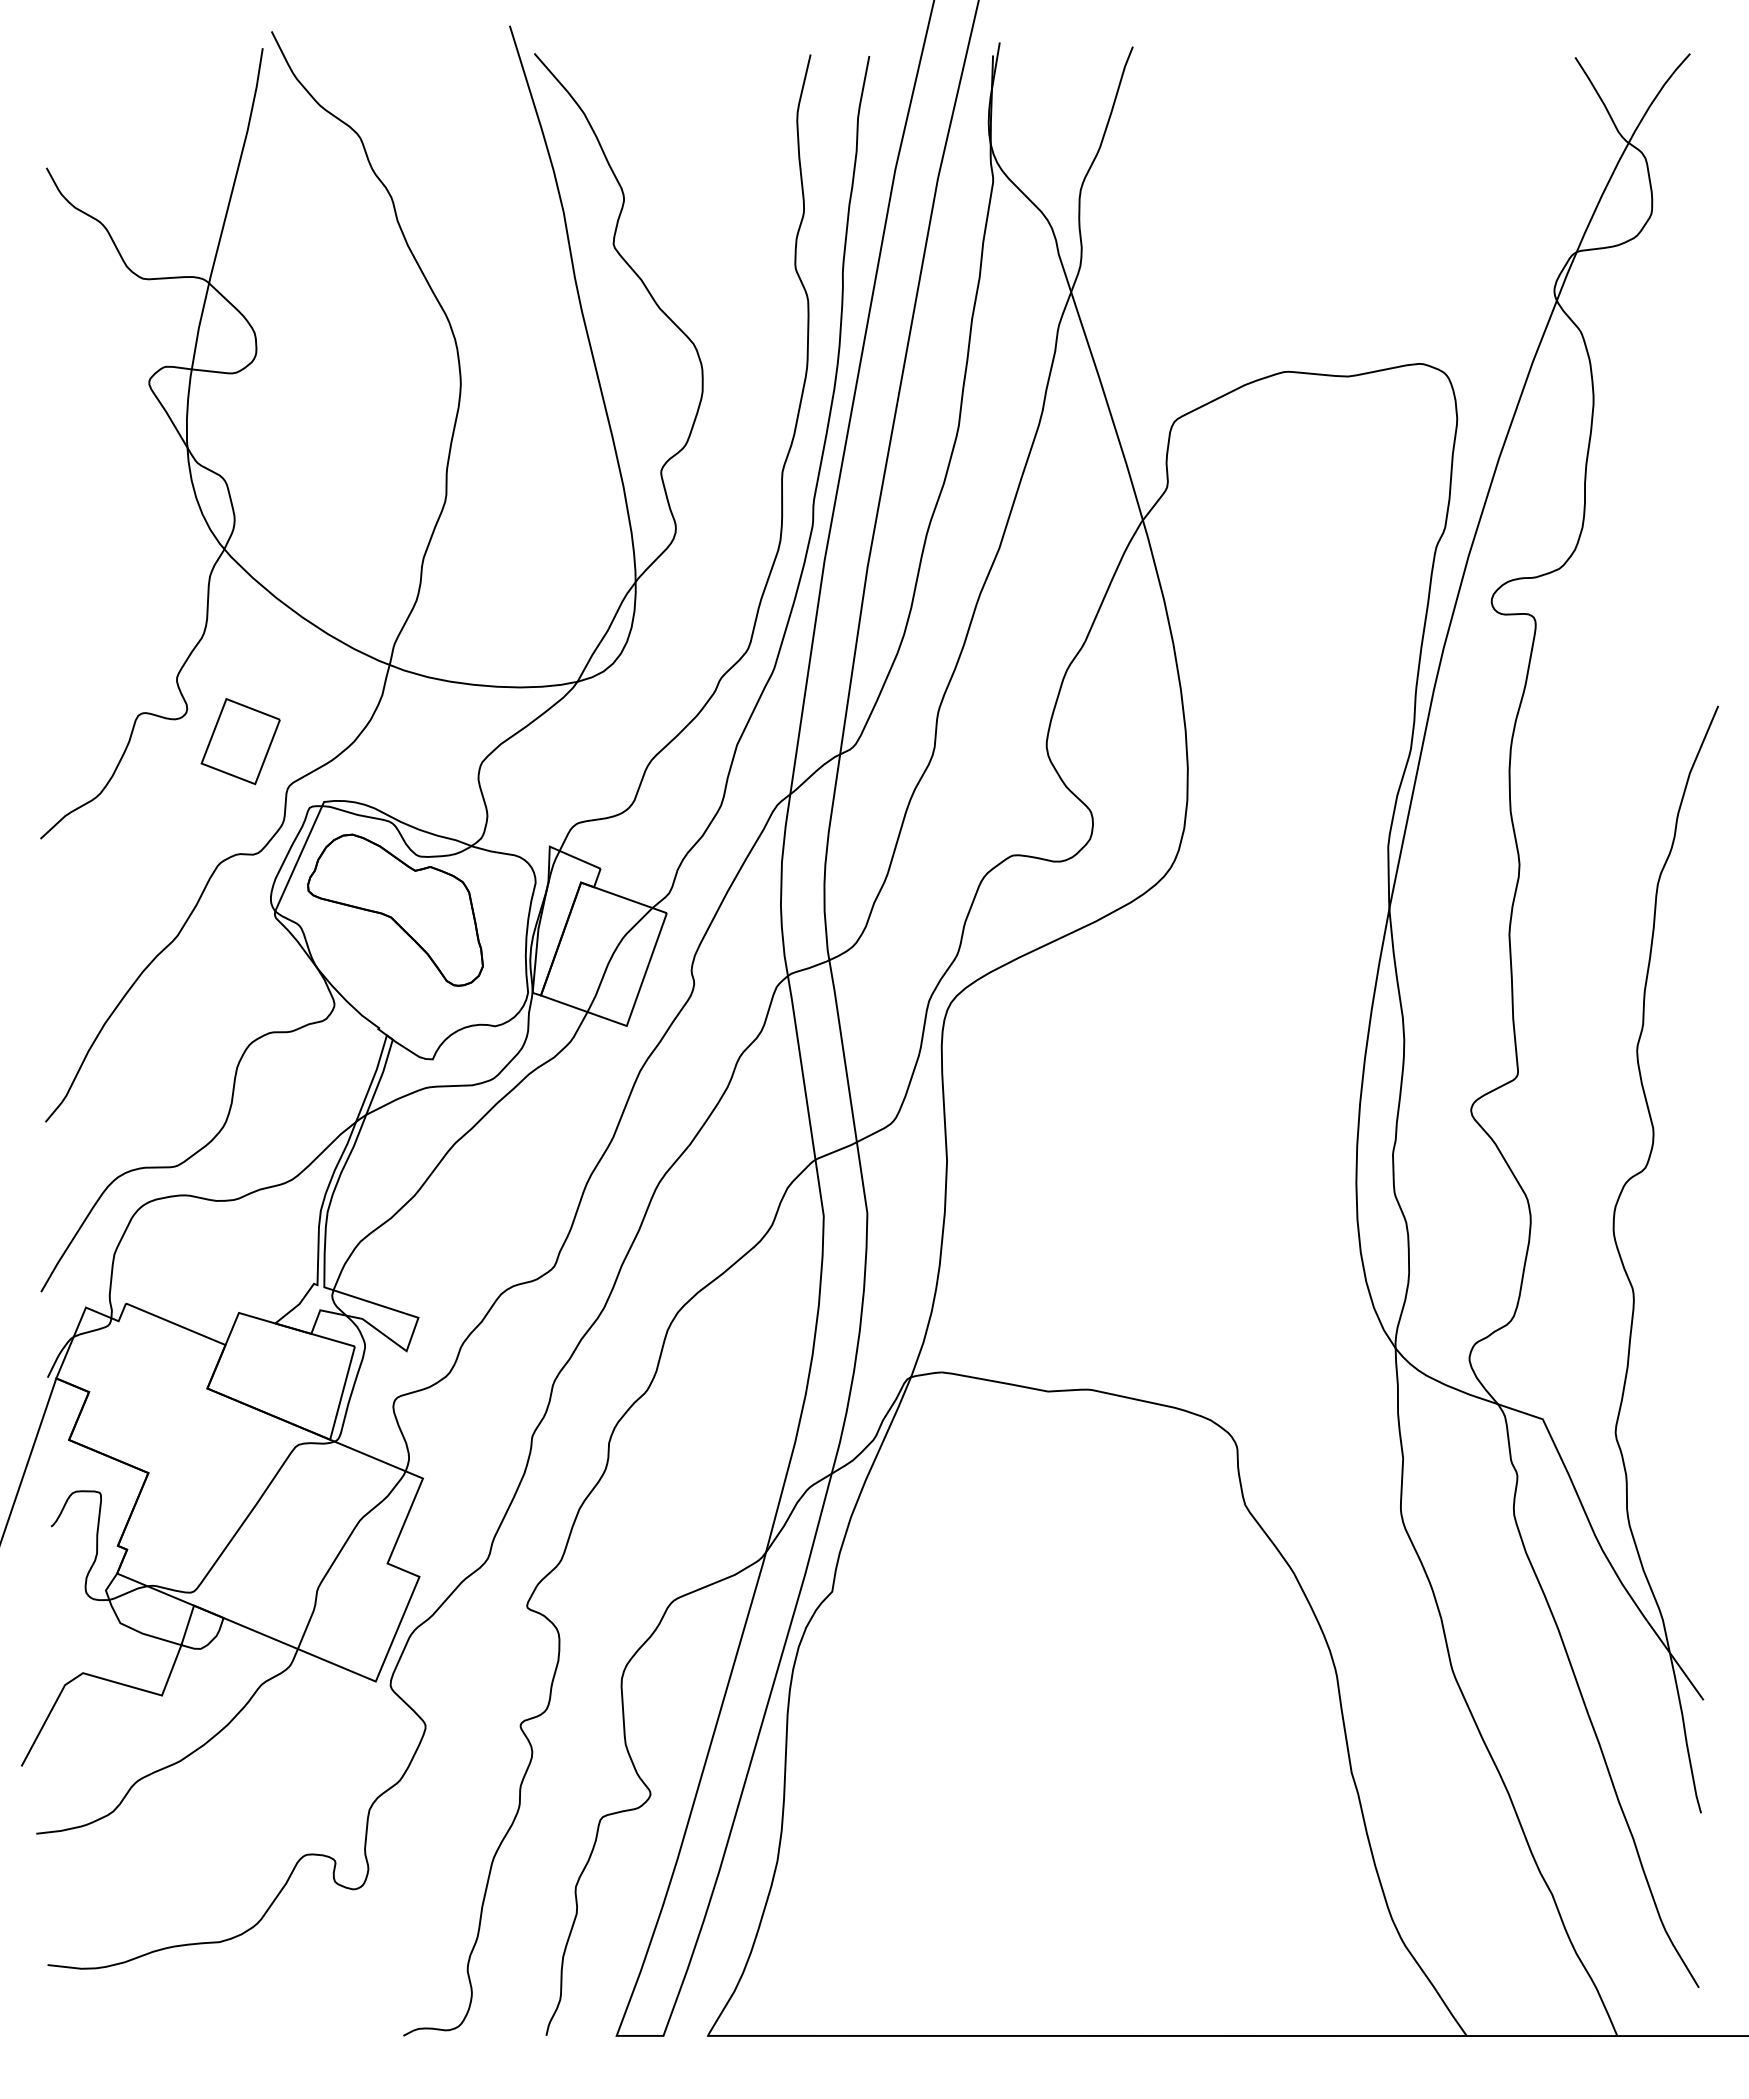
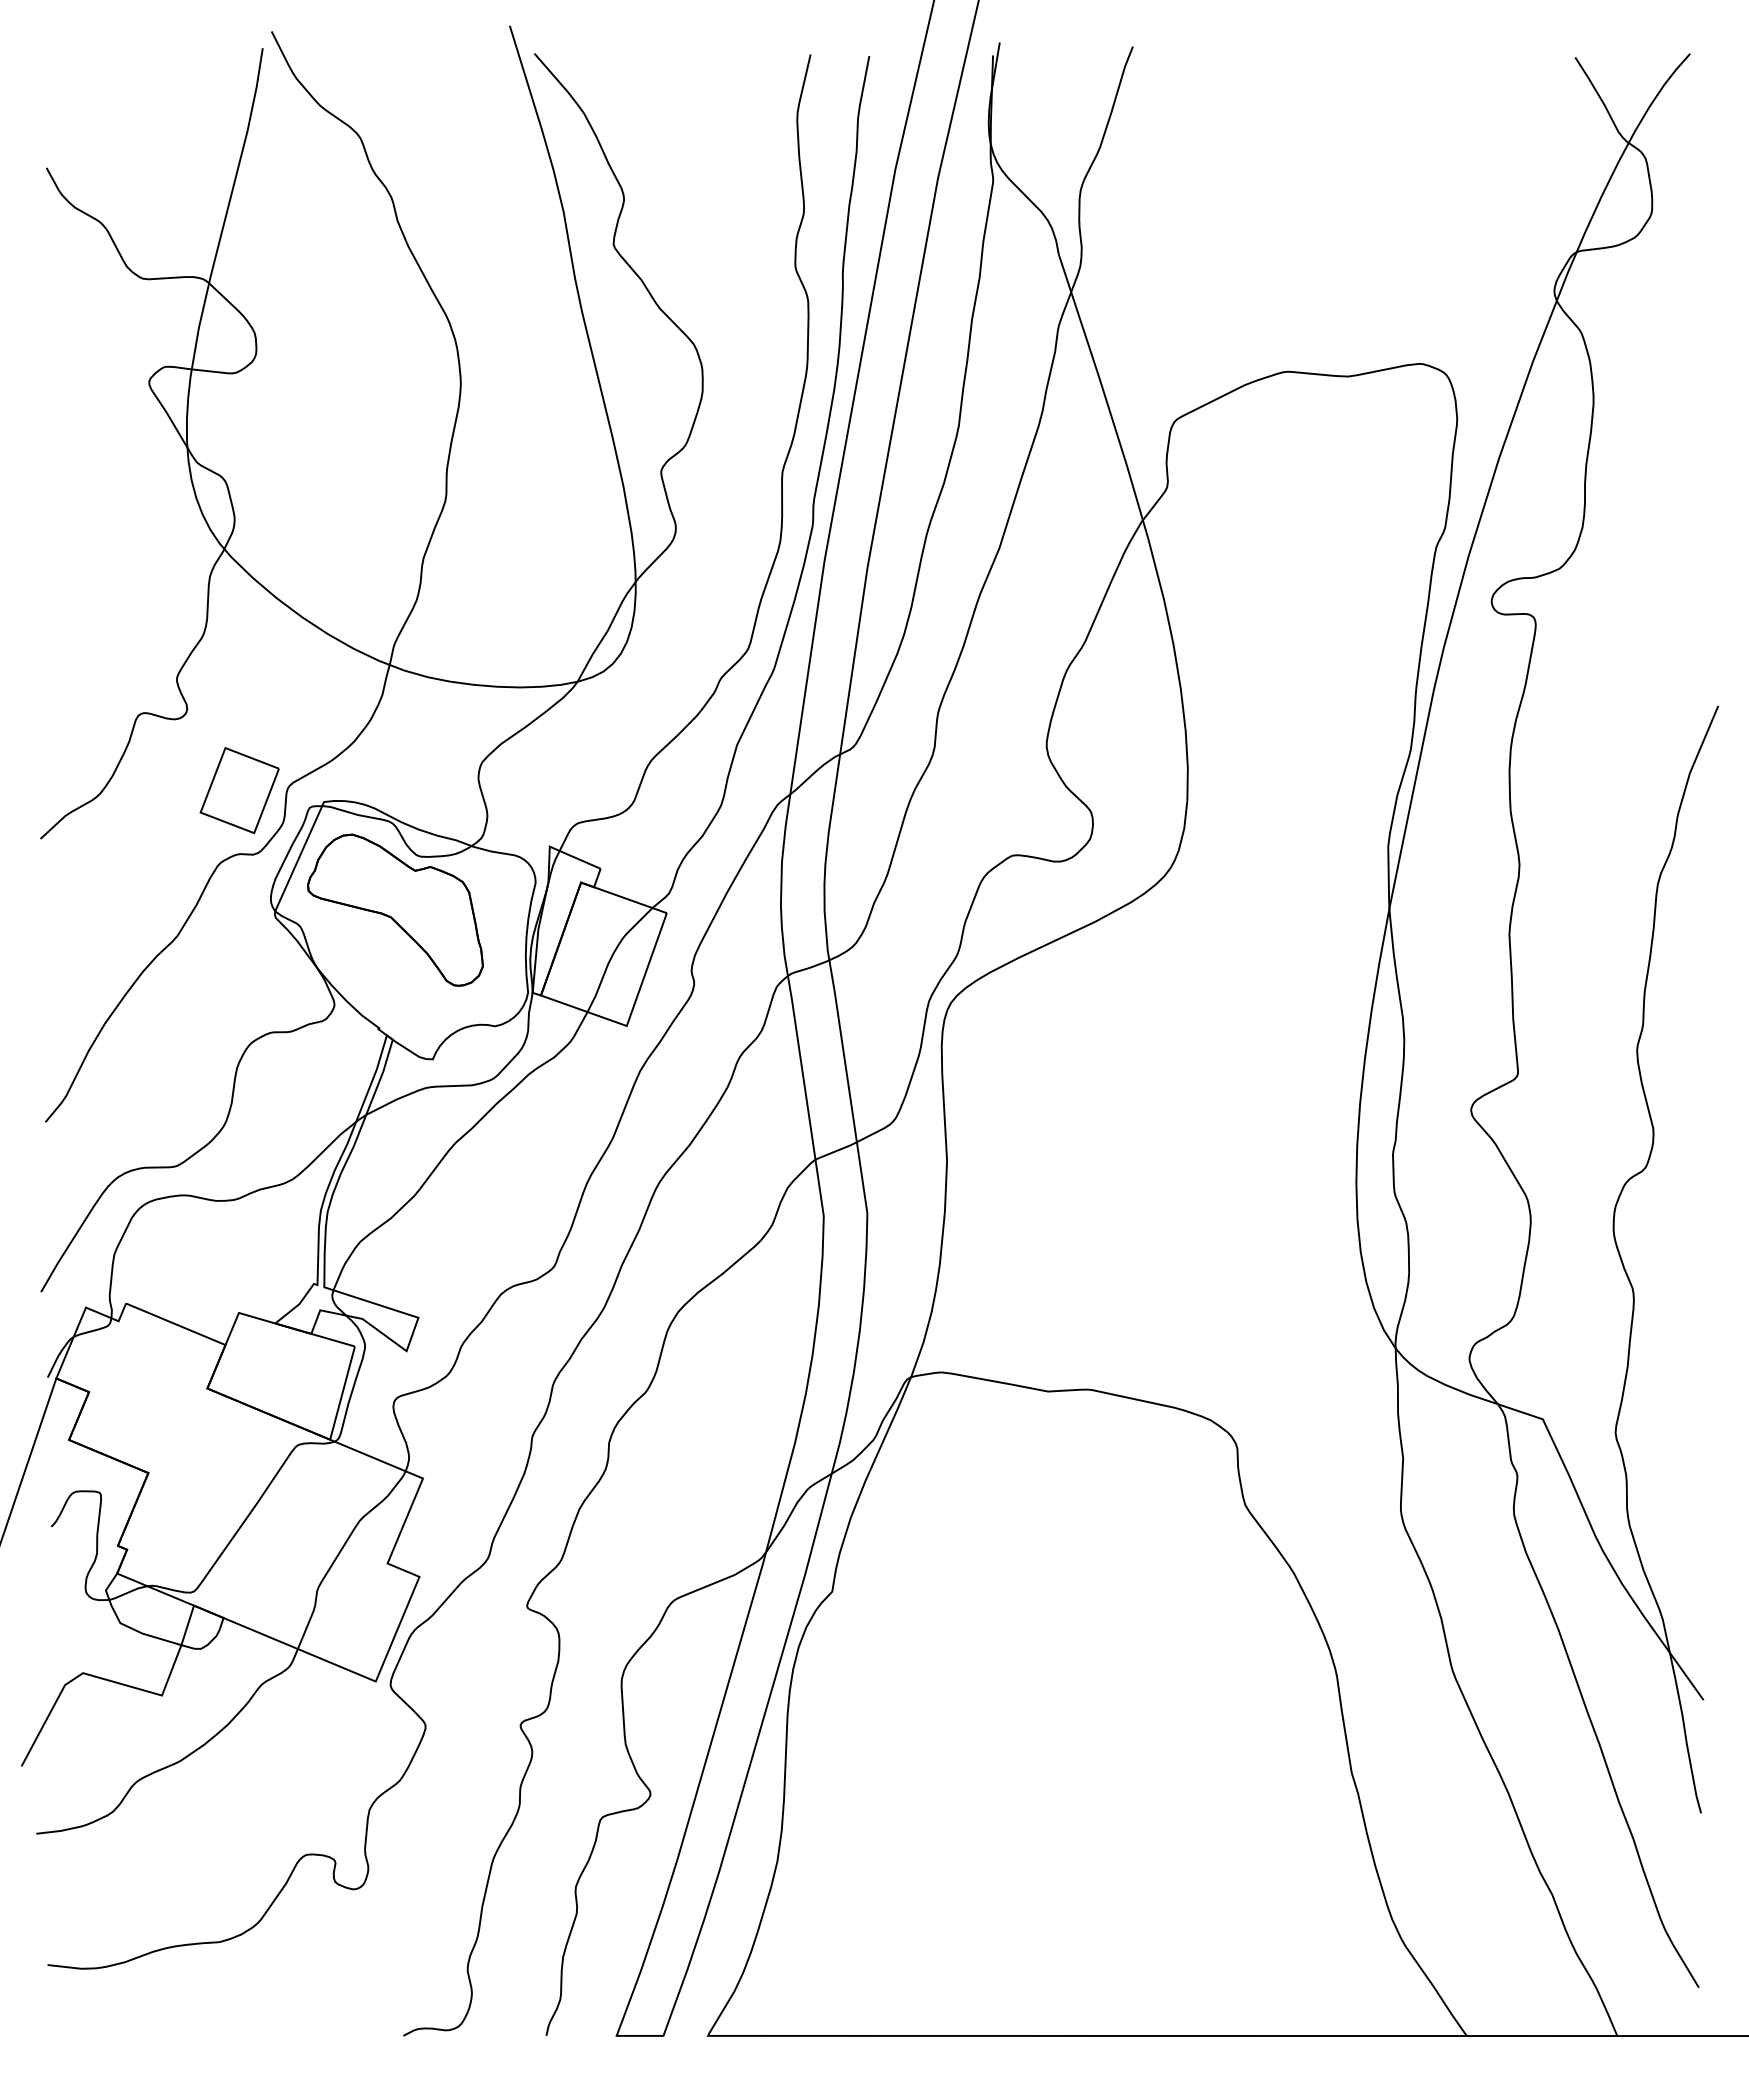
part at (240, 741) position: (240, 741) -> (239, 790)
